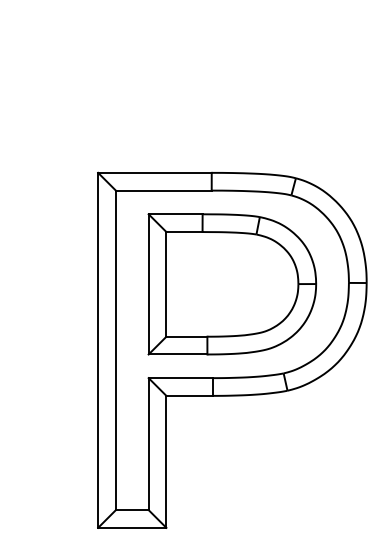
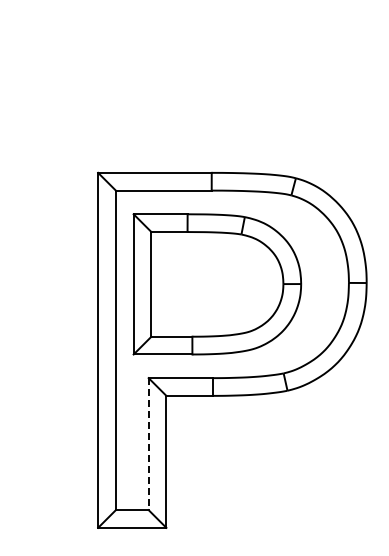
part at (232, 284) position: (232, 284) -> (217, 284)
line at (148, 444): solid -> dashed
